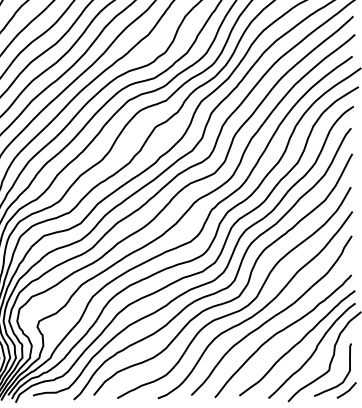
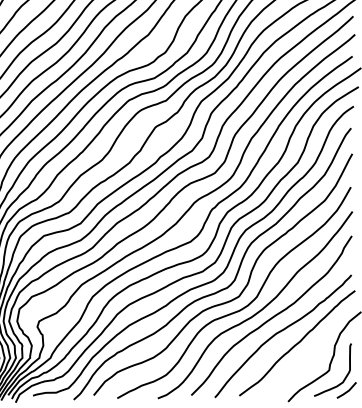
curve at (313, 351): present -> none
